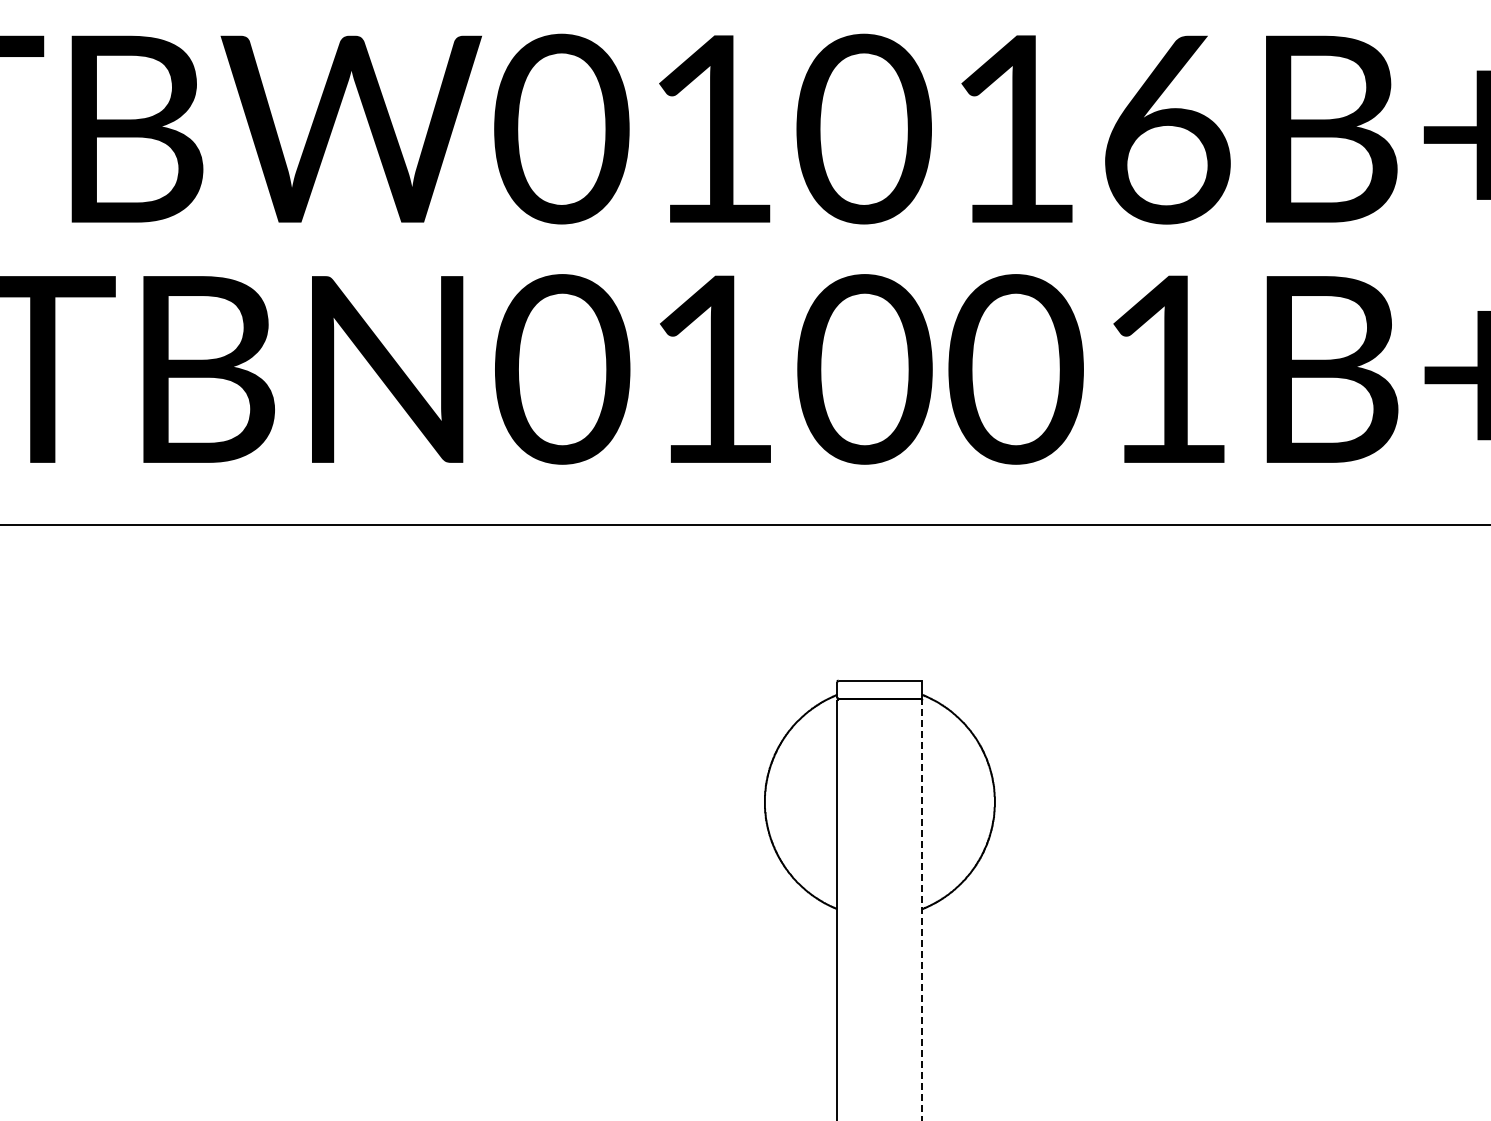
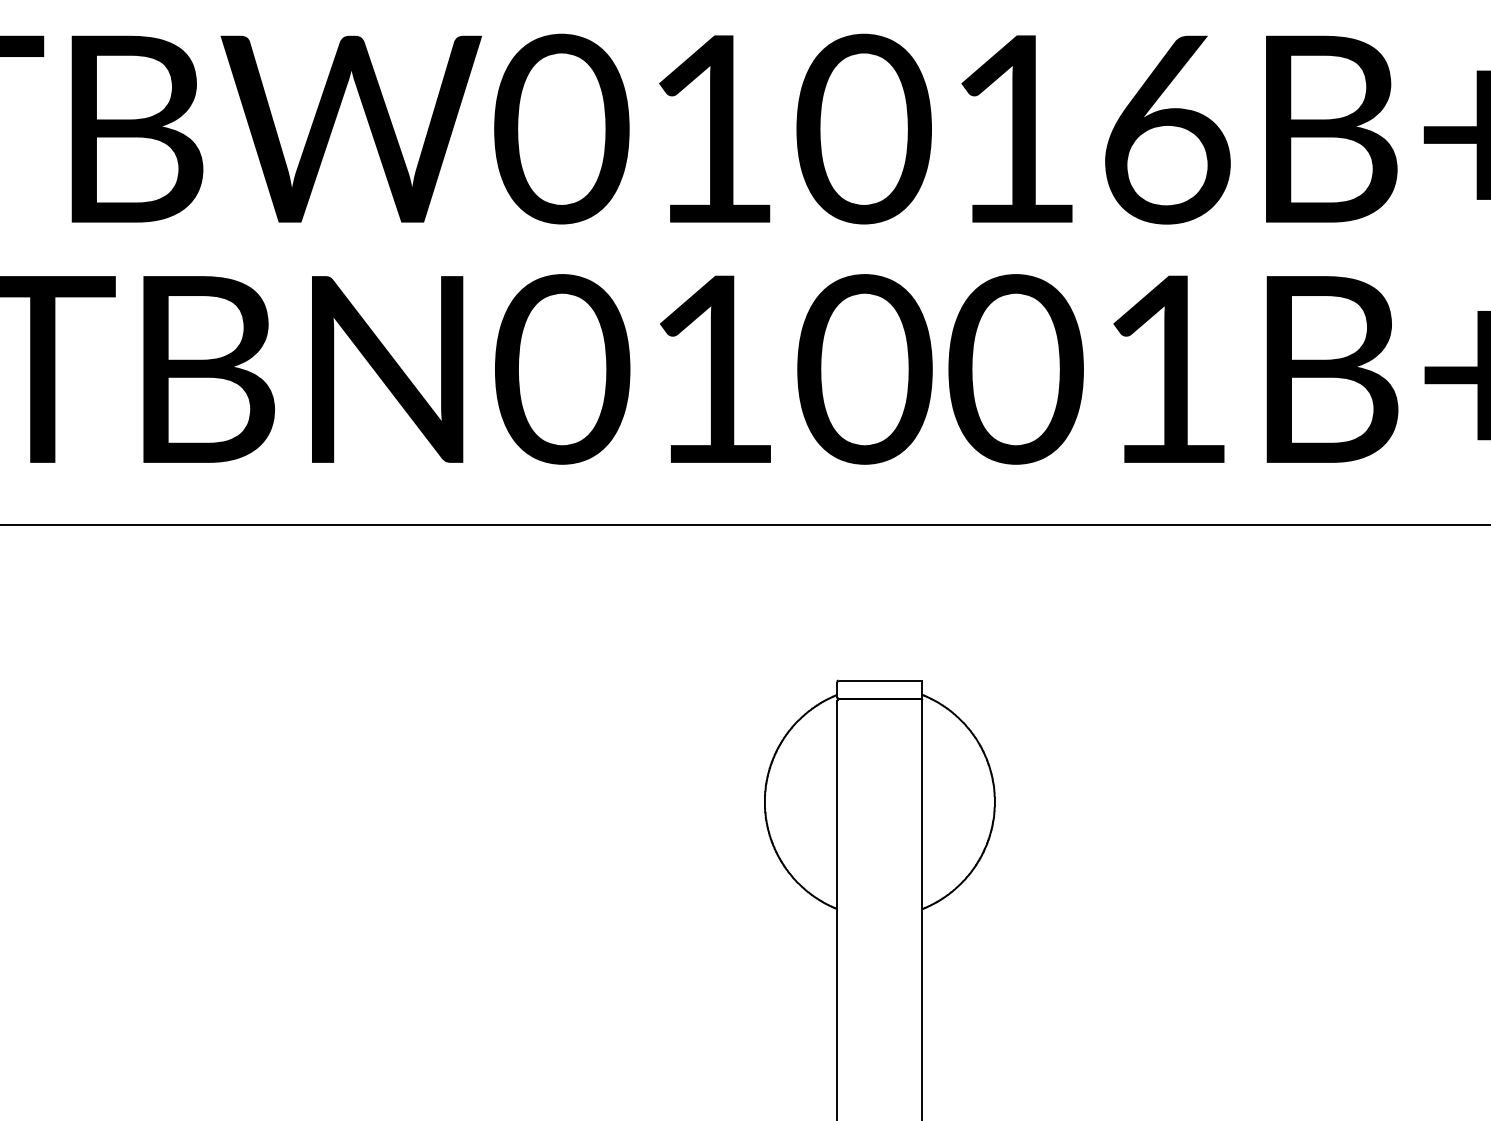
line at (922, 909): dashed -> solid
